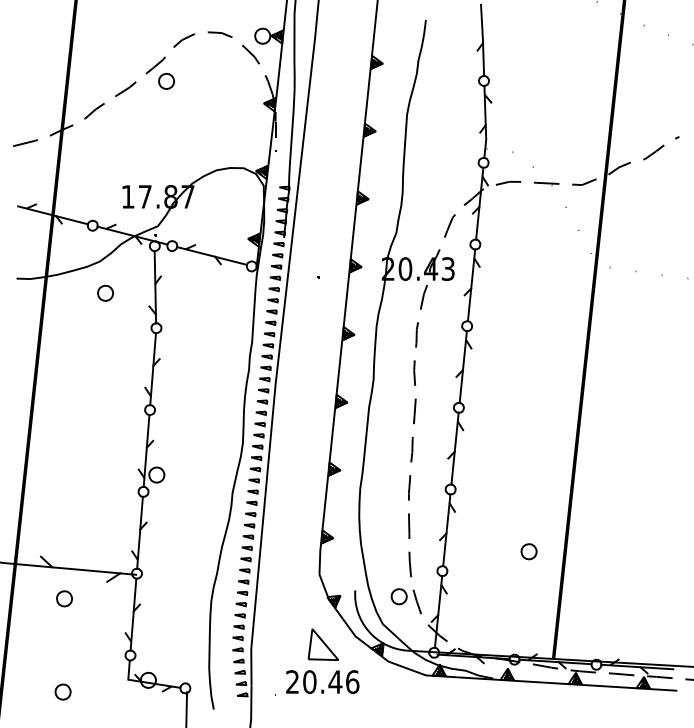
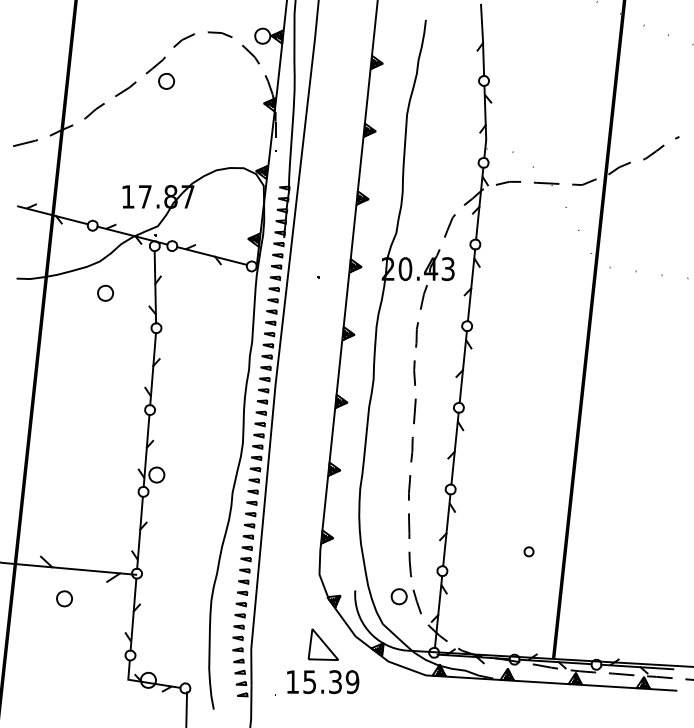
part at (528, 551) size: 18x18 px -> 12x12 px
text at (322, 682): 20.46 -> 15.39
part at (62, 691): present -> none
